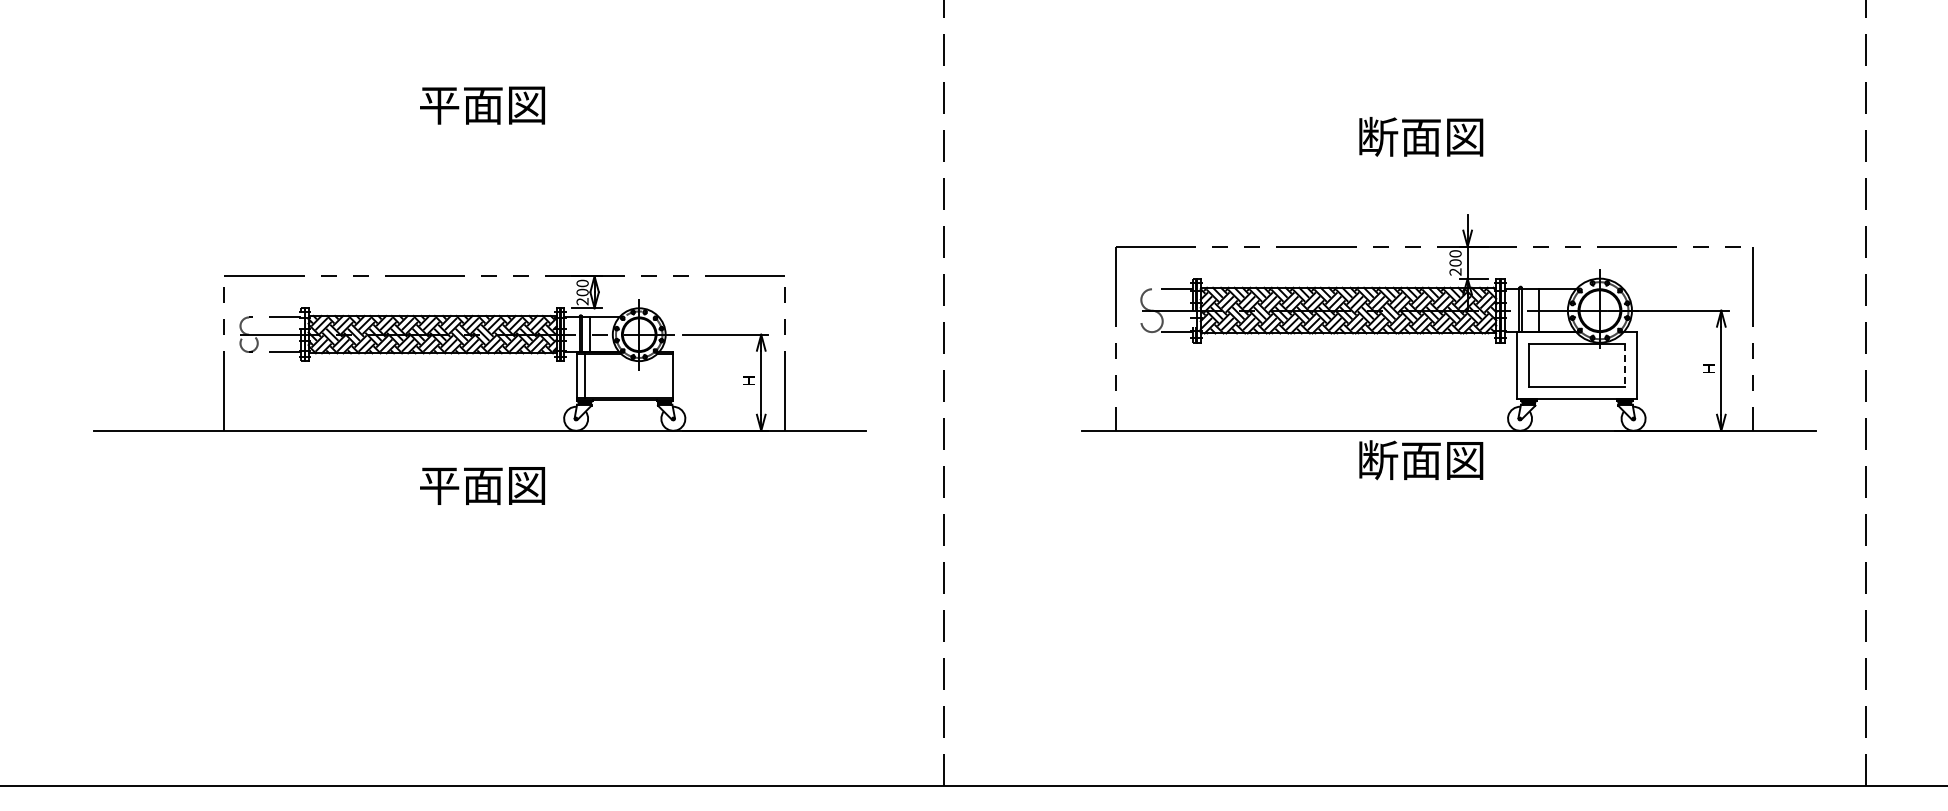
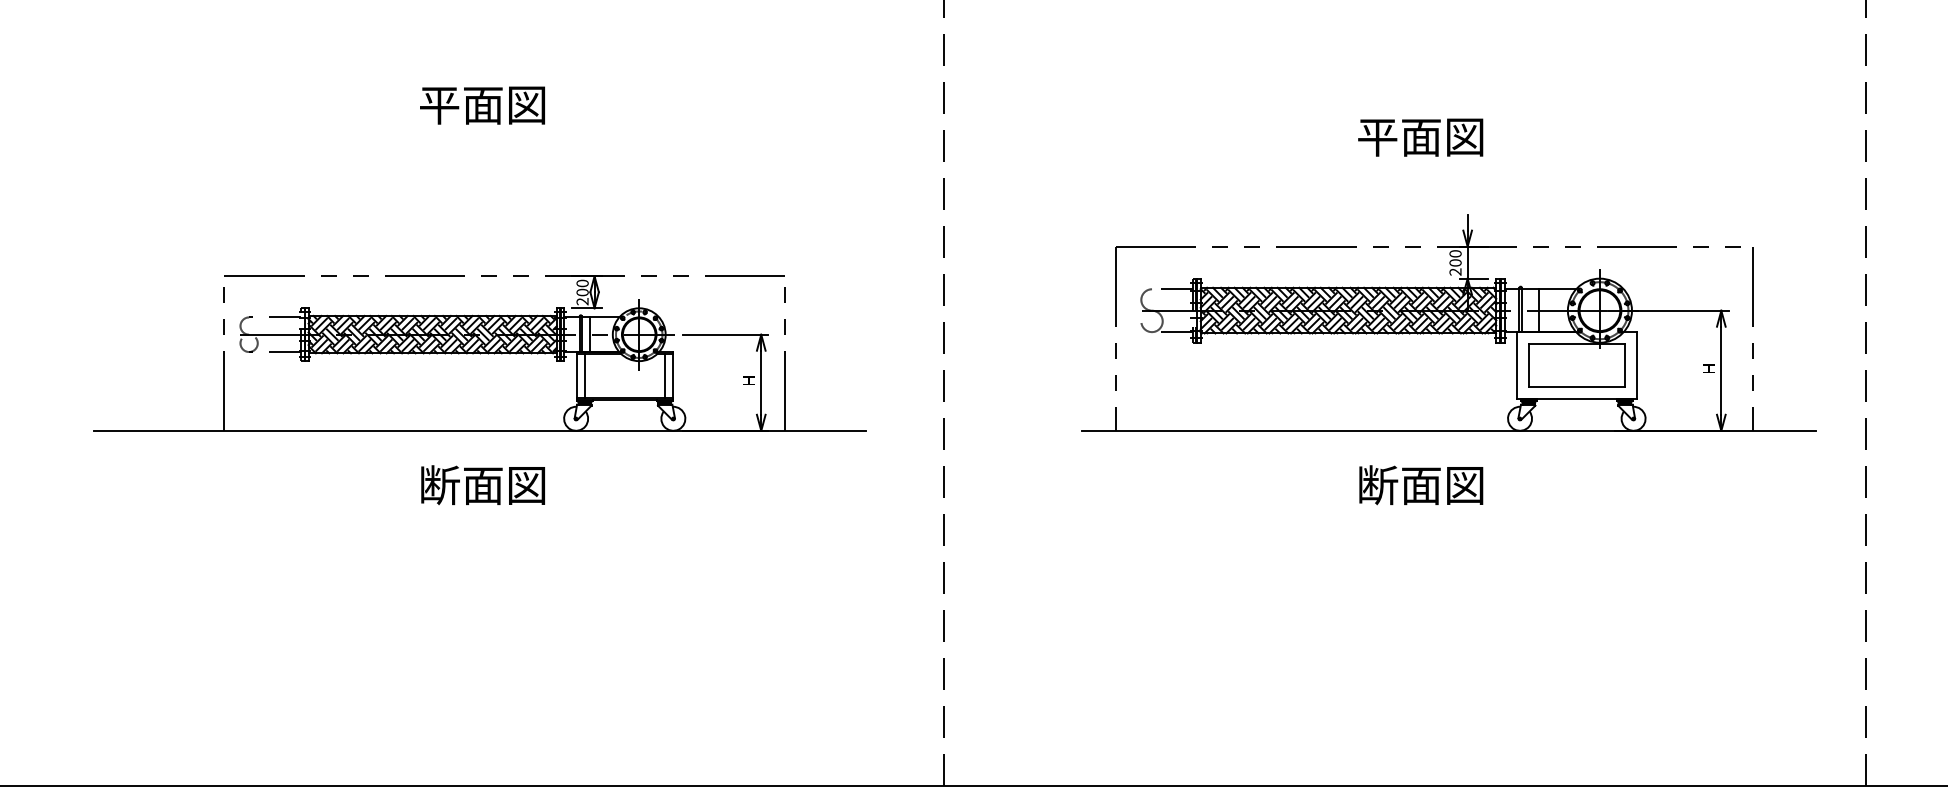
text at (1378, 136): 断面図 -> 平面図
line at (1624, 365): dashed -> solid
line at (664, 375): none -> present
text at (1421, 460) position: (1421, 460) -> (1421, 485)
text at (439, 485): 平面図 -> 断面図
